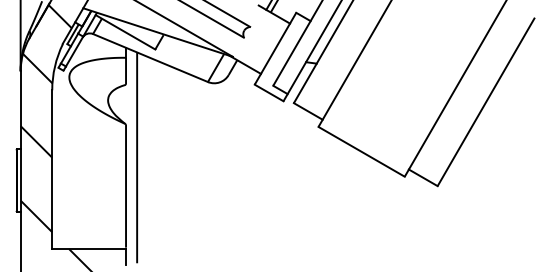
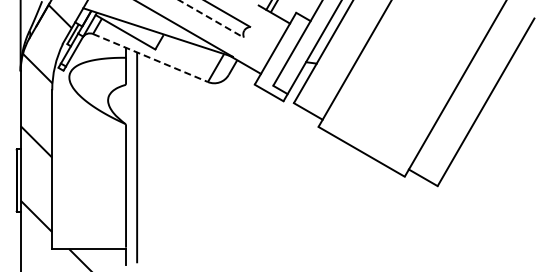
line at (211, 19): solid -> dashed
line at (150, 58): solid -> dashed
